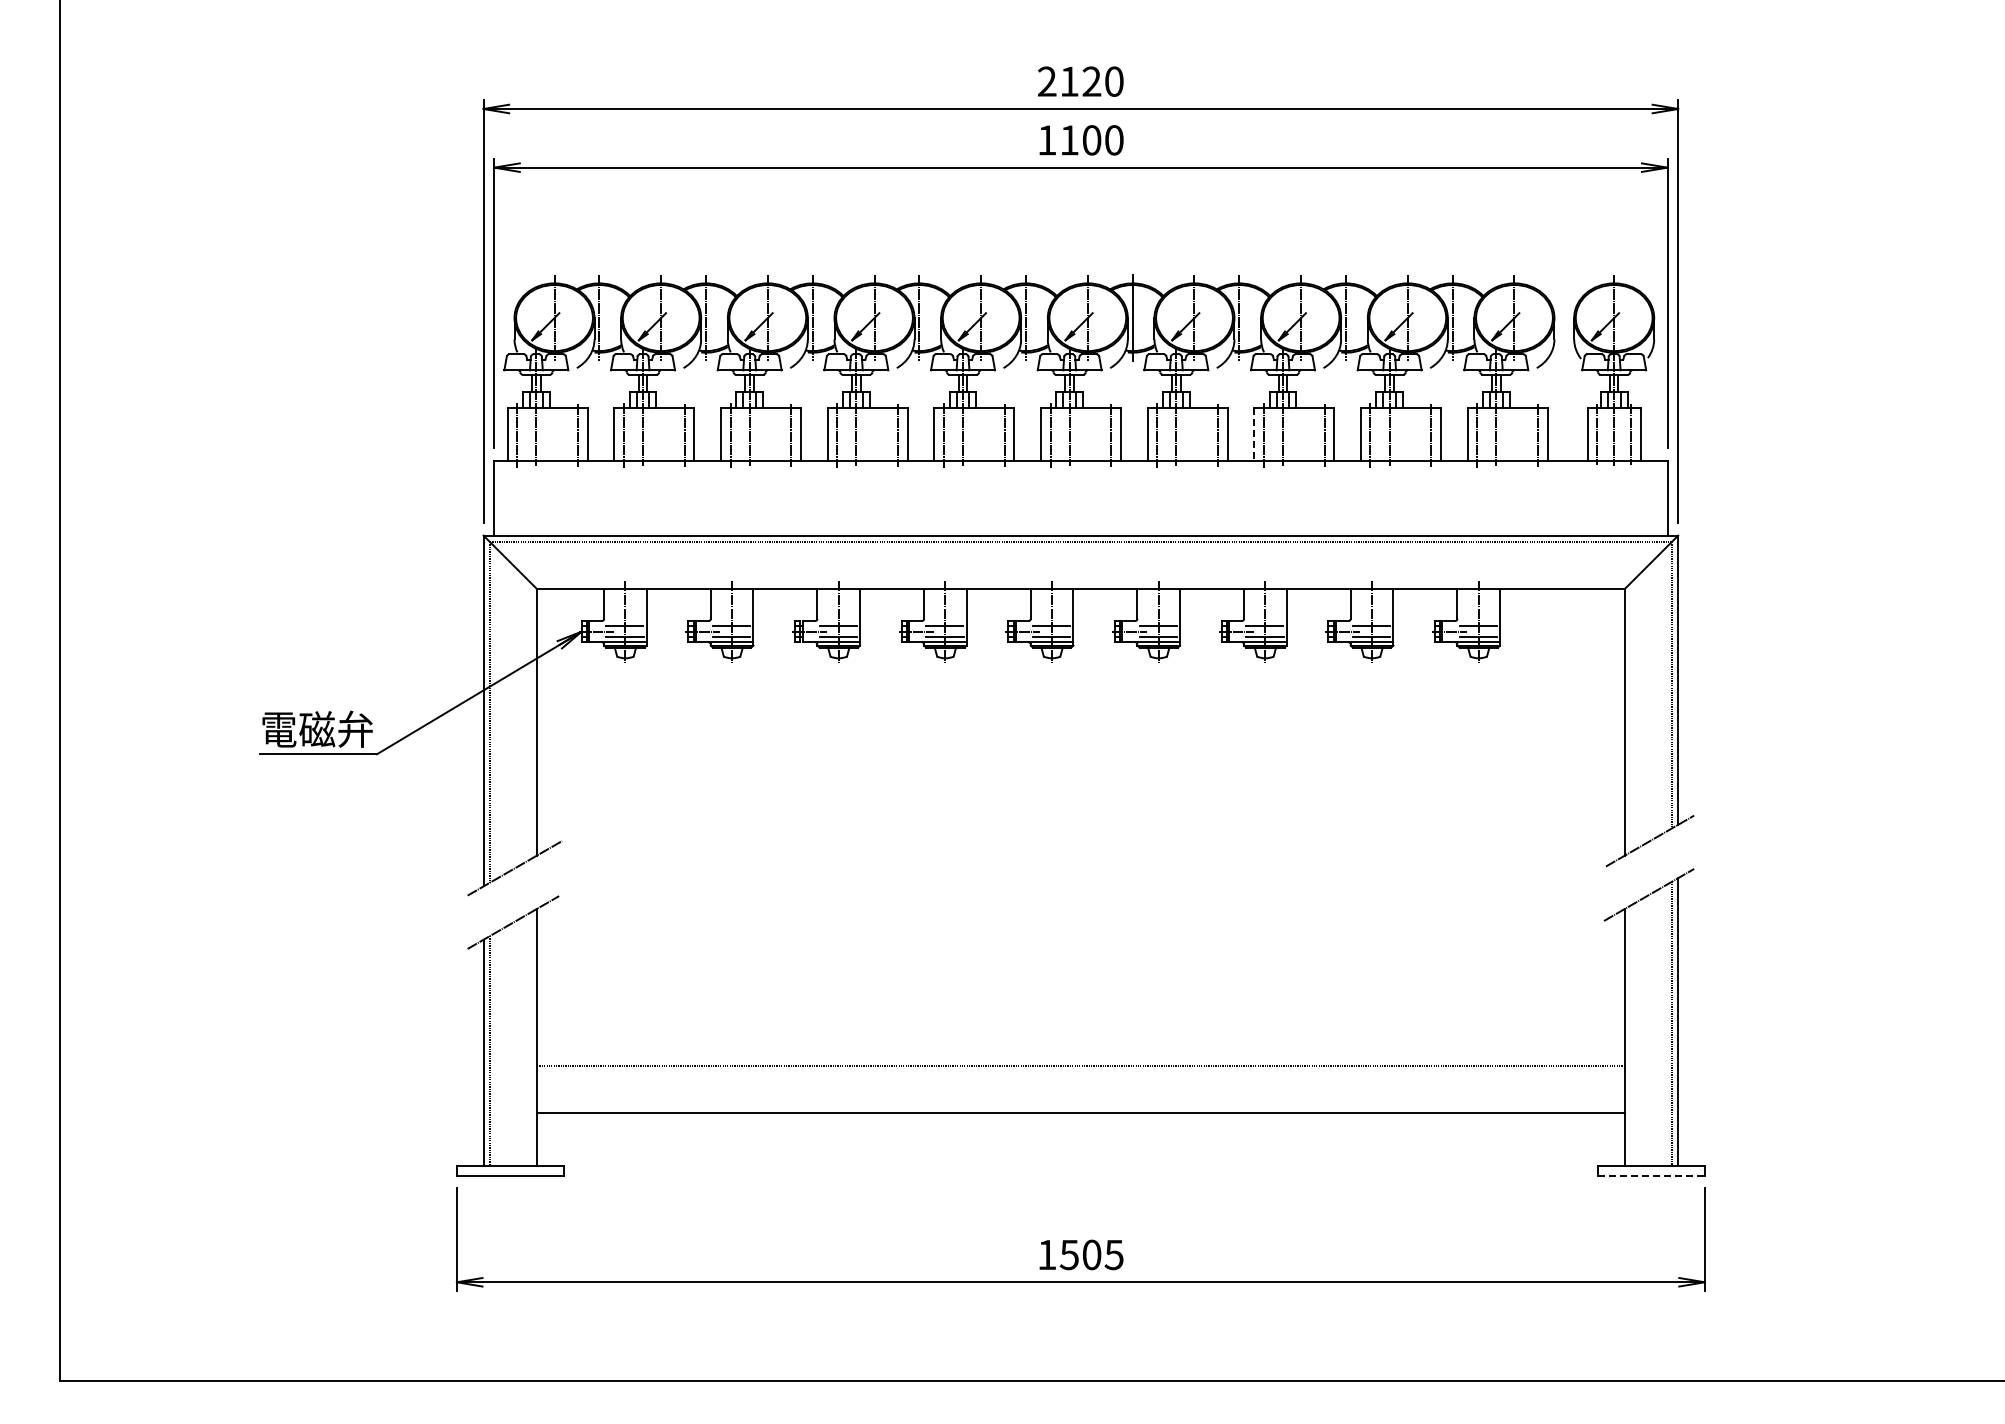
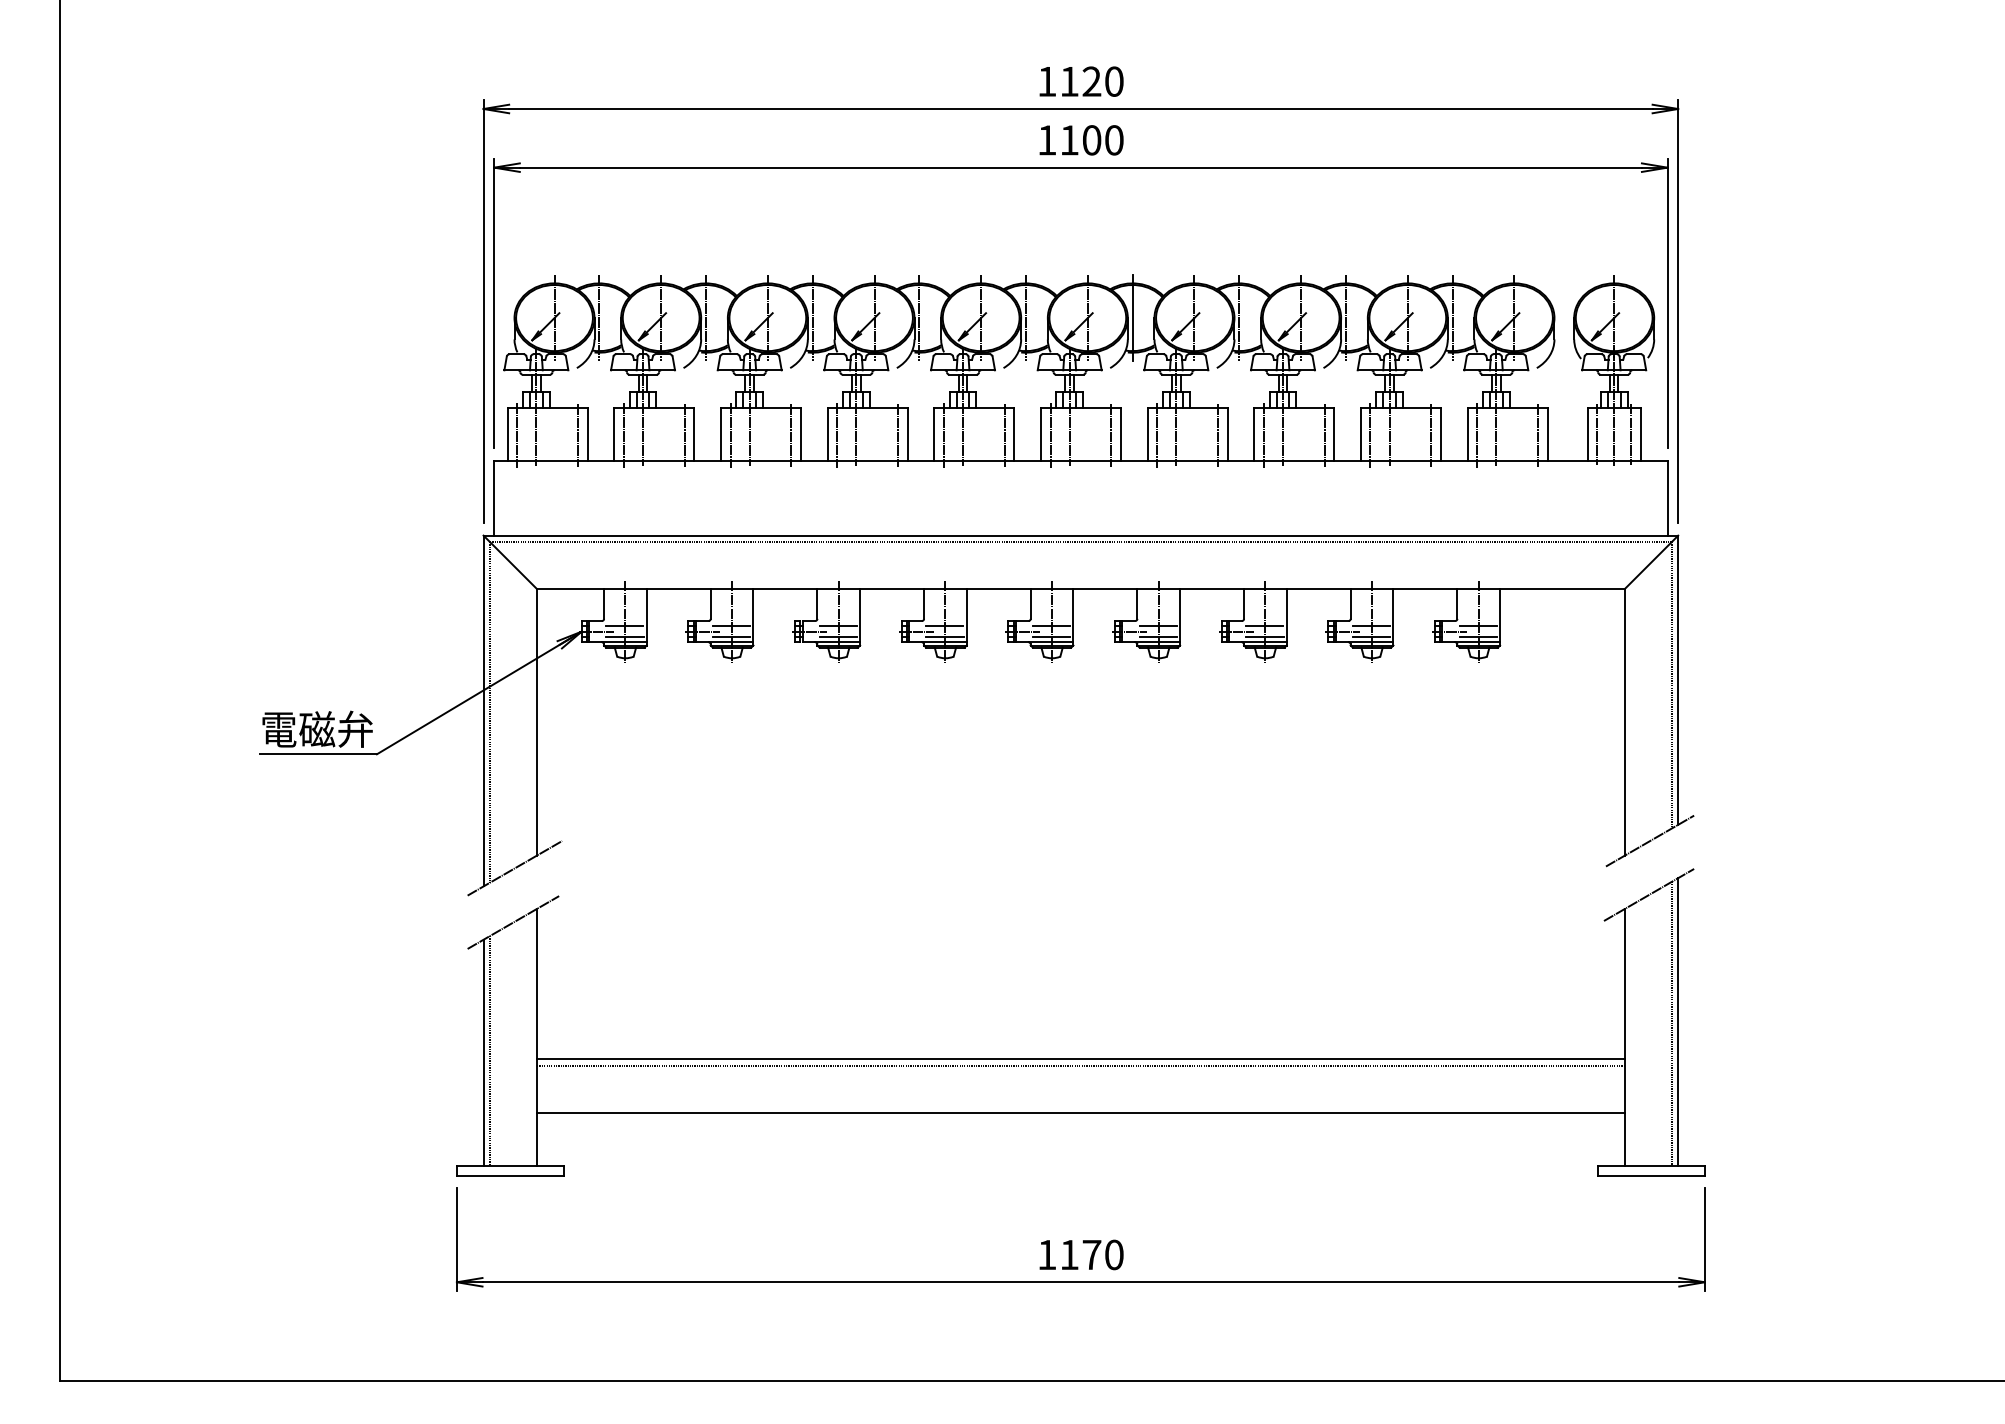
text at (1047, 81): 2120 -> 1120
line at (1254, 434): dashed -> solid
line at (1080, 1059): none -> present
line at (1652, 1175): dashed -> solid
text at (1091, 1254): 1505 -> 1170
